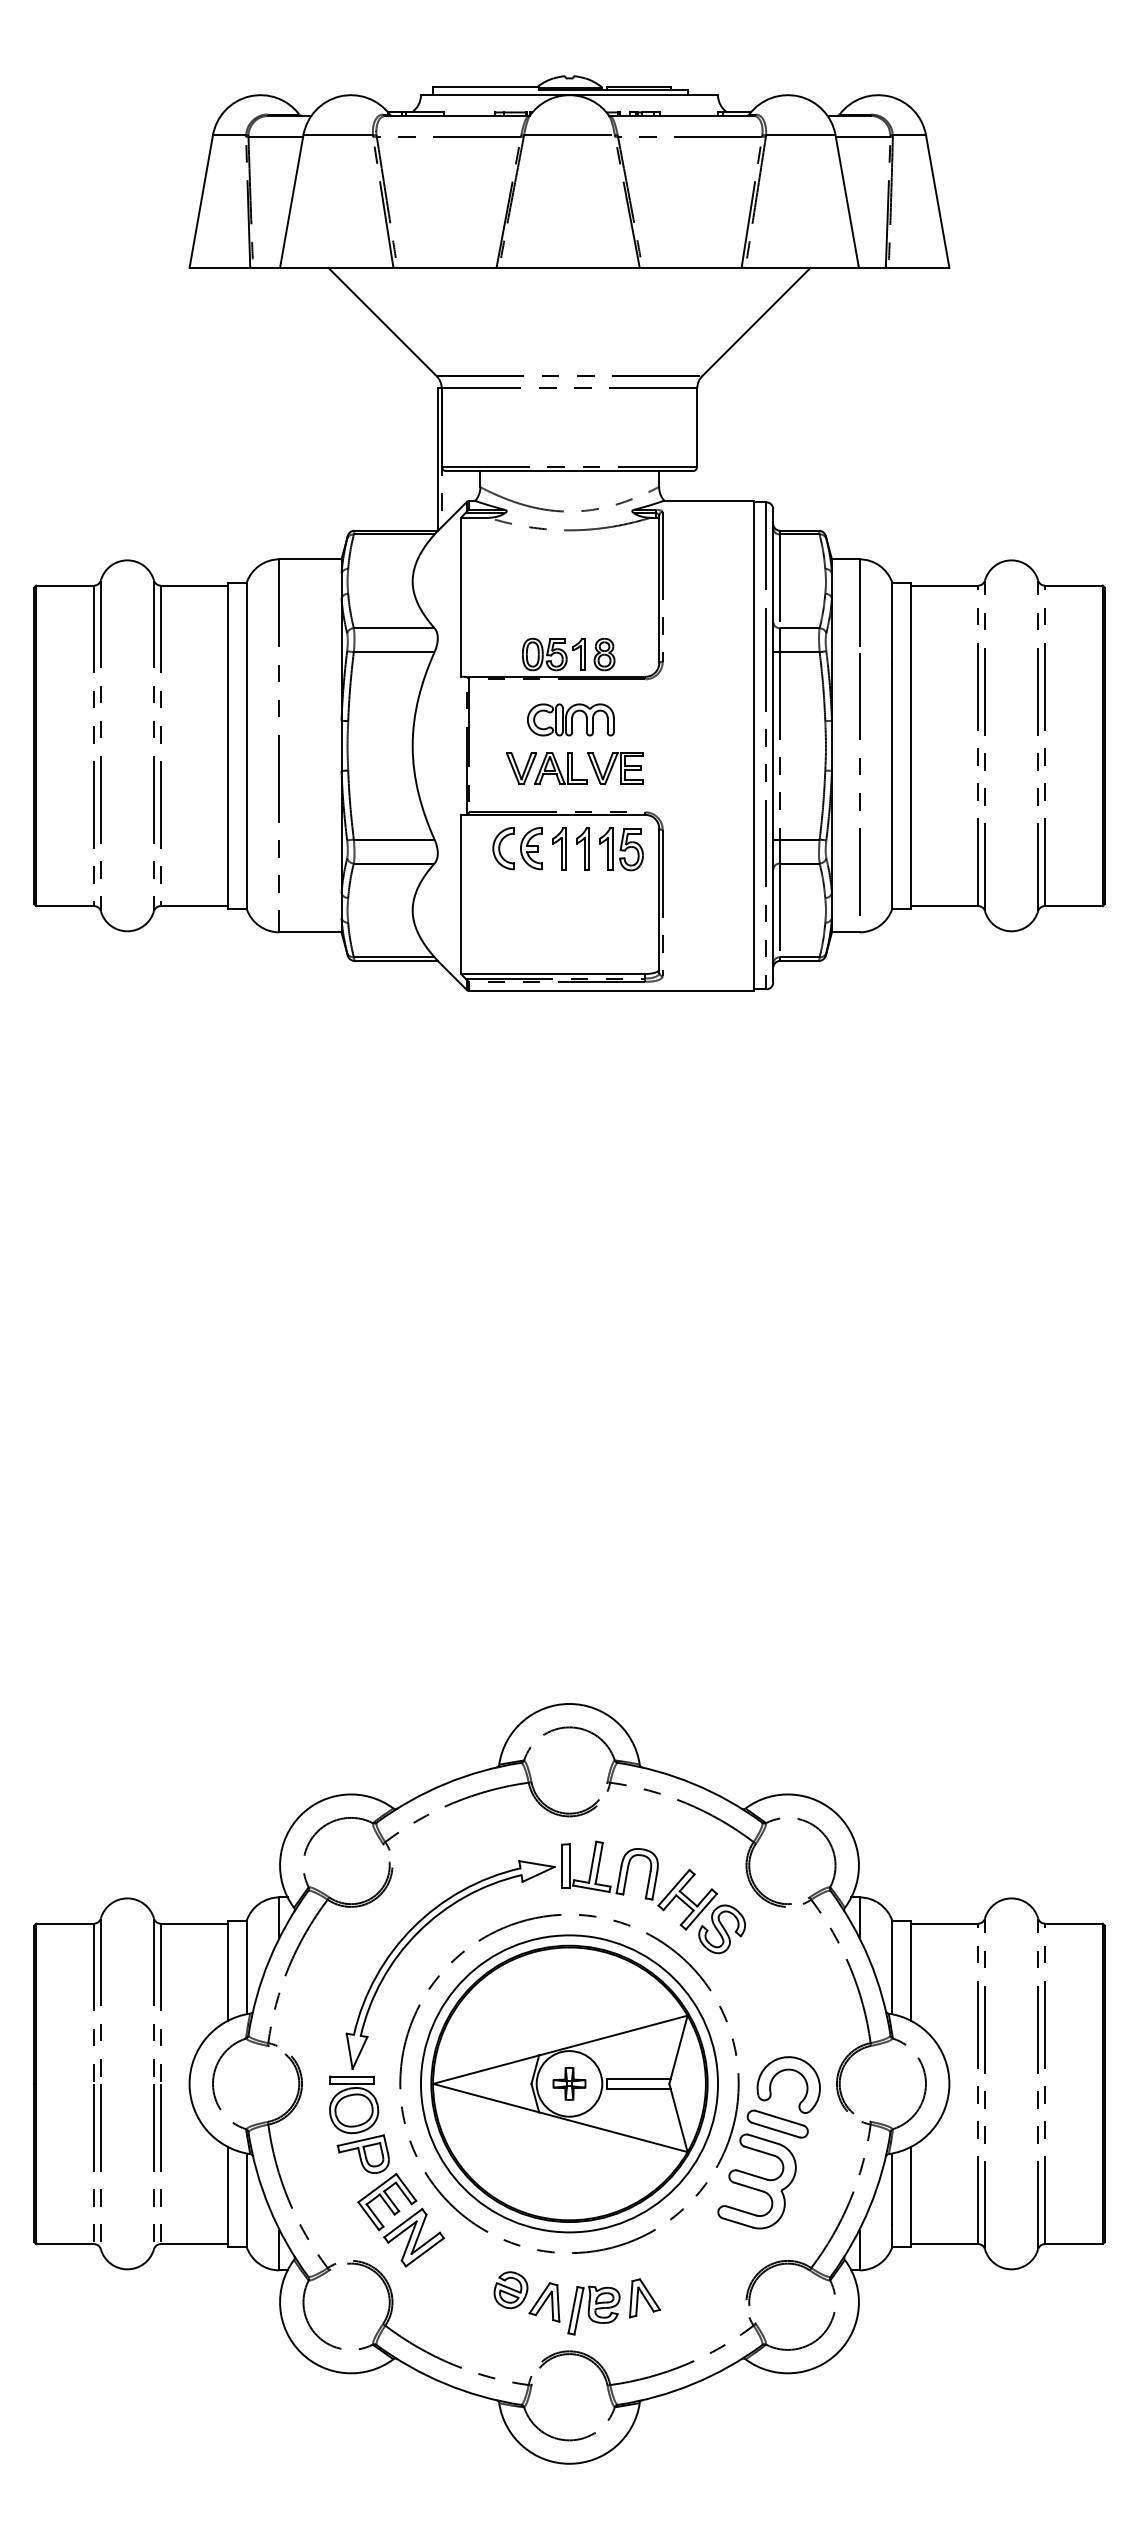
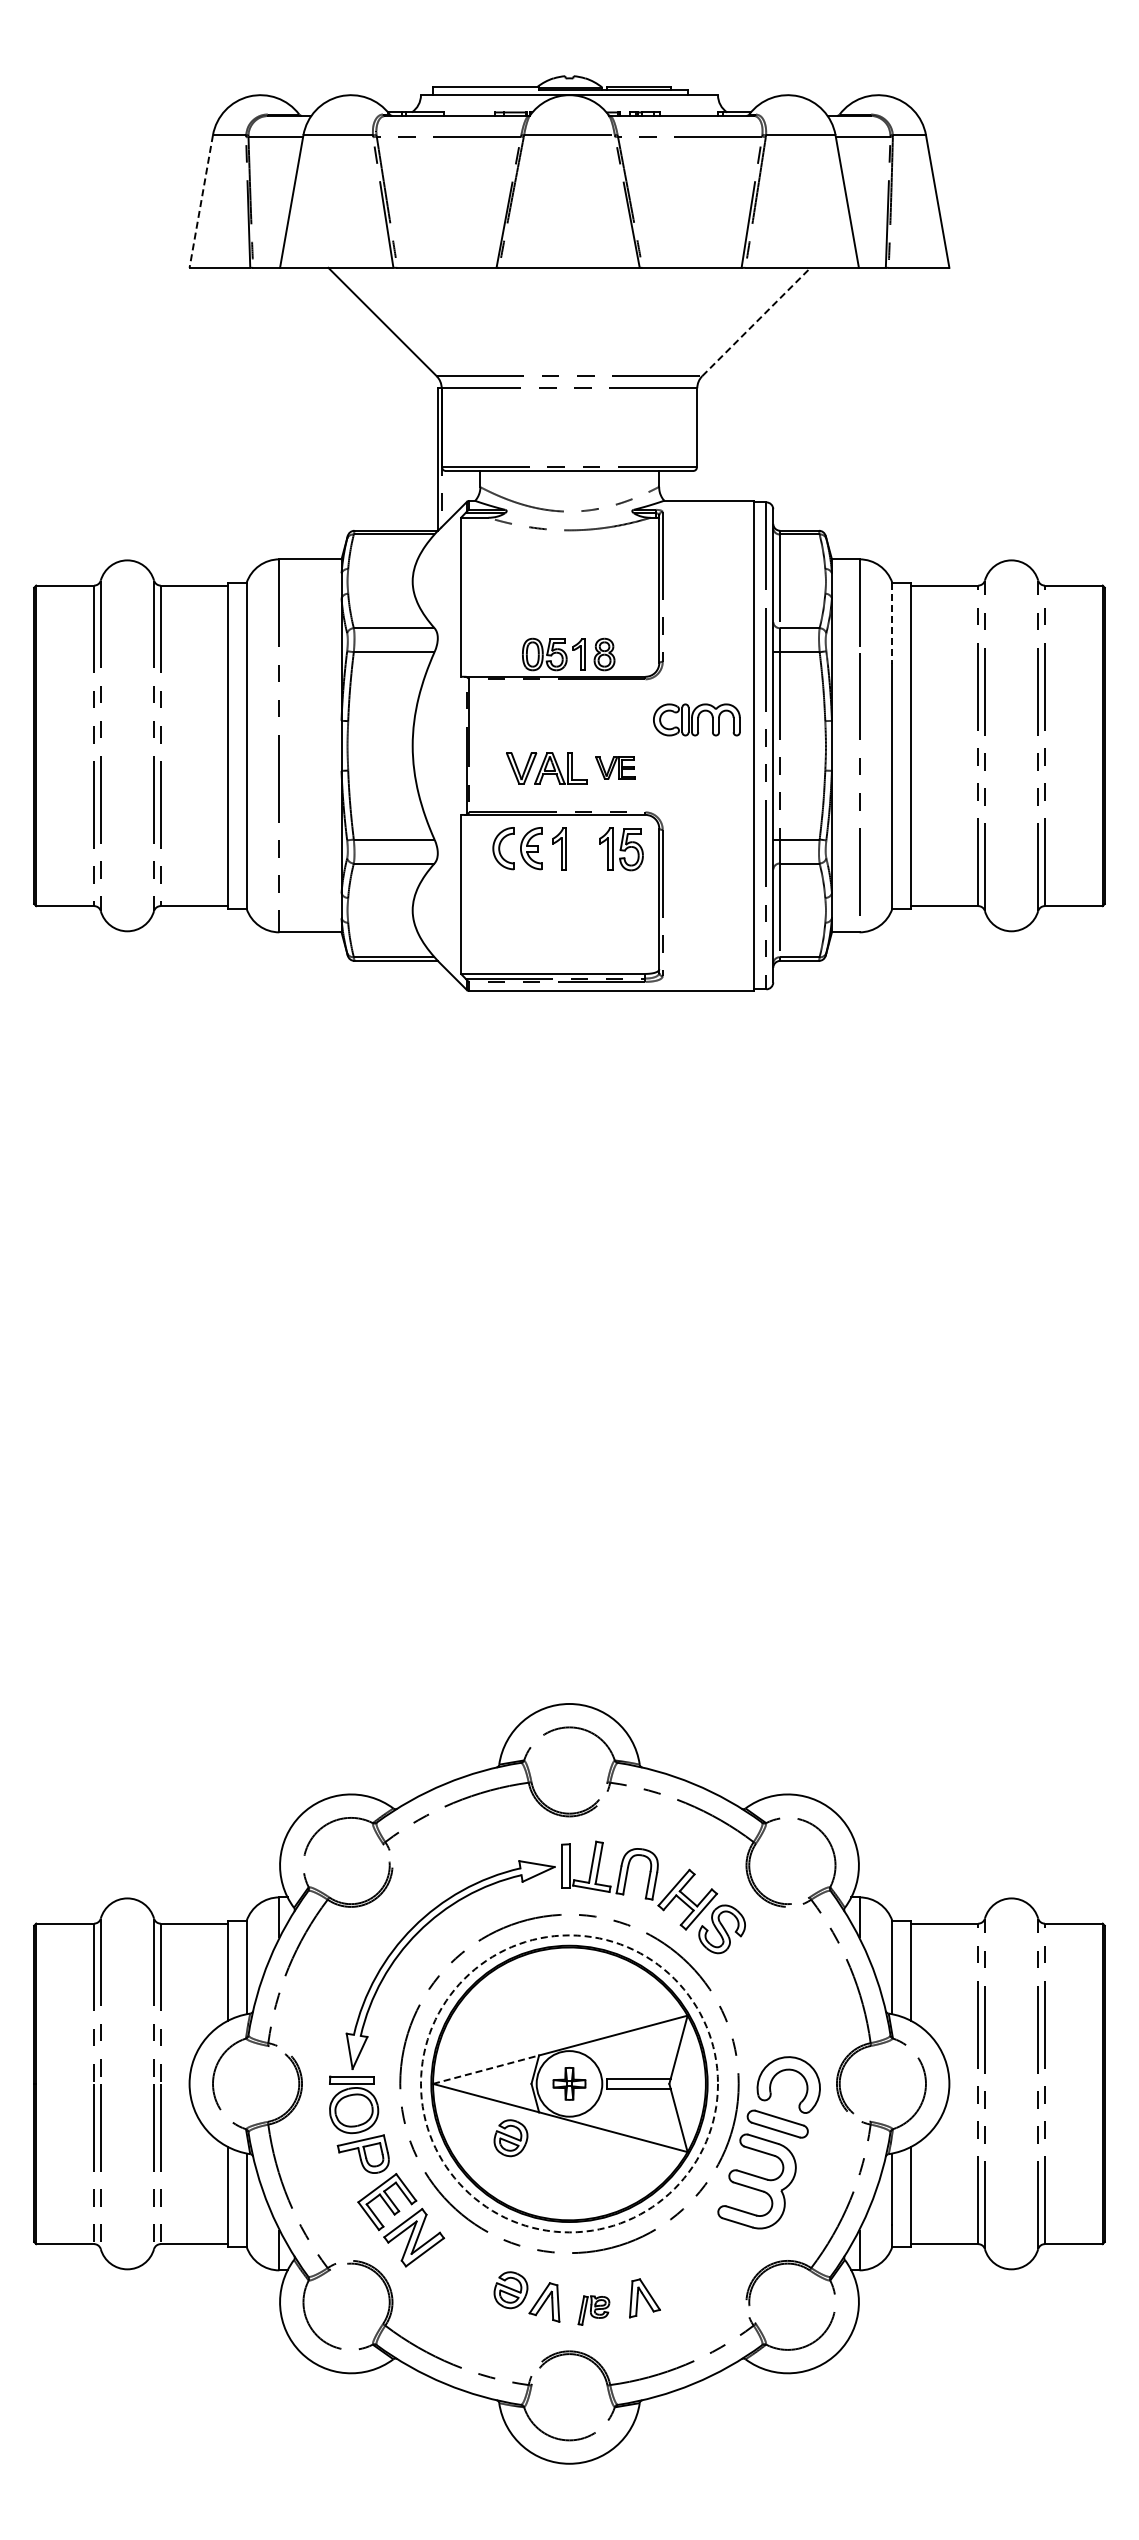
line at (201, 202): solid -> dashed
line at (756, 321): solid -> dashed
line at (892, 623): solid -> dashed
part at (570, 719) position: (570, 719) -> (696, 719)
part at (615, 768) size: 57x33 px -> 41x24 px
part at (582, 848): present -> none
line at (486, 2069): solid -> dashed
circle at (569, 2083): solid -> dashed
part at (510, 2138): none -> present
part at (593, 2310) size: 54x51 px -> 34x31 px
